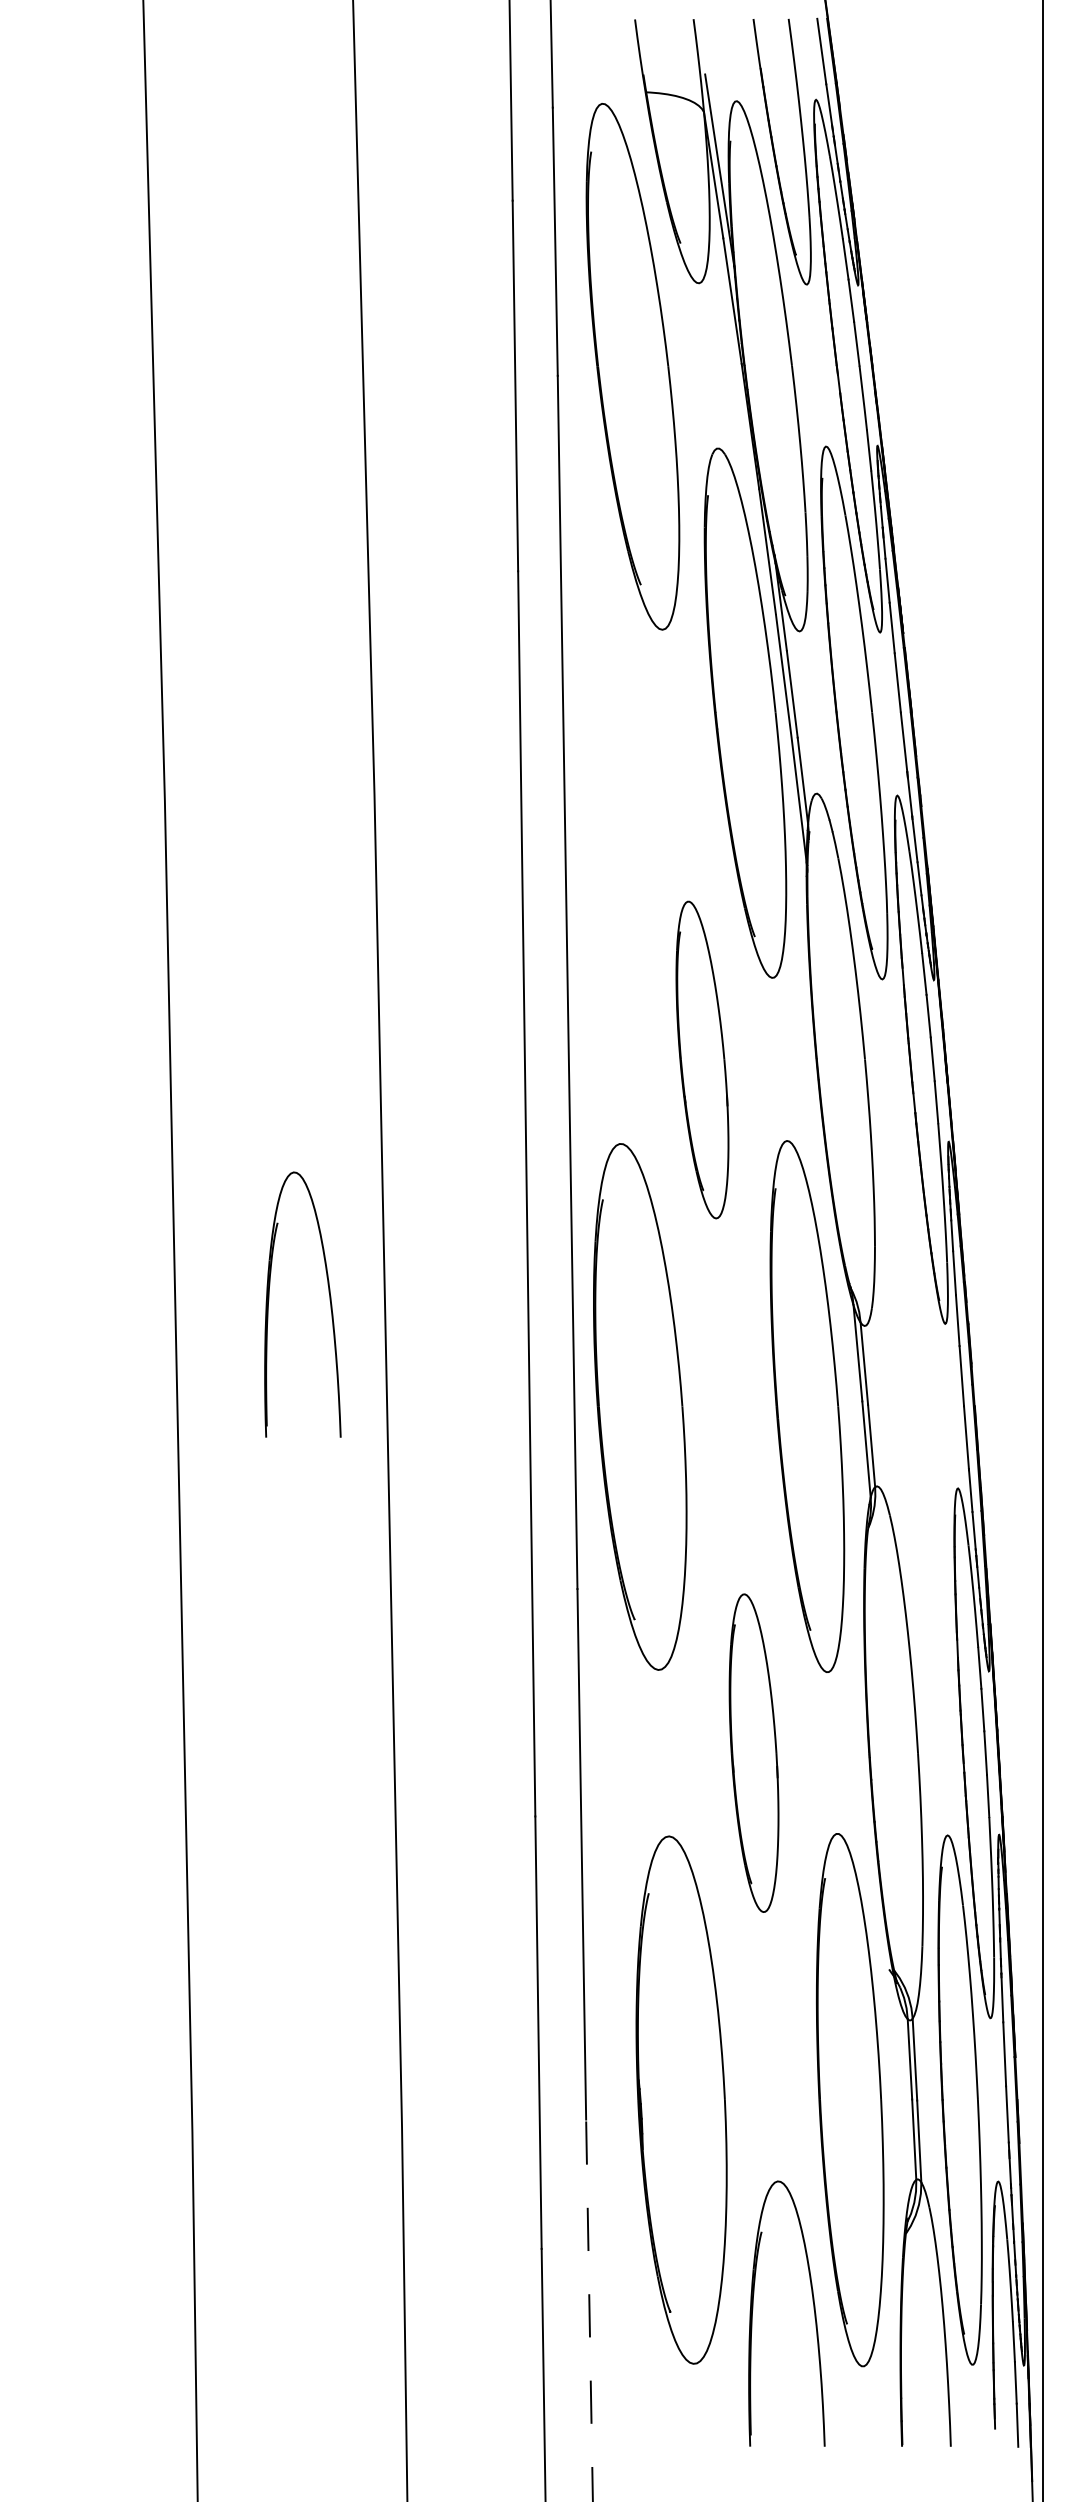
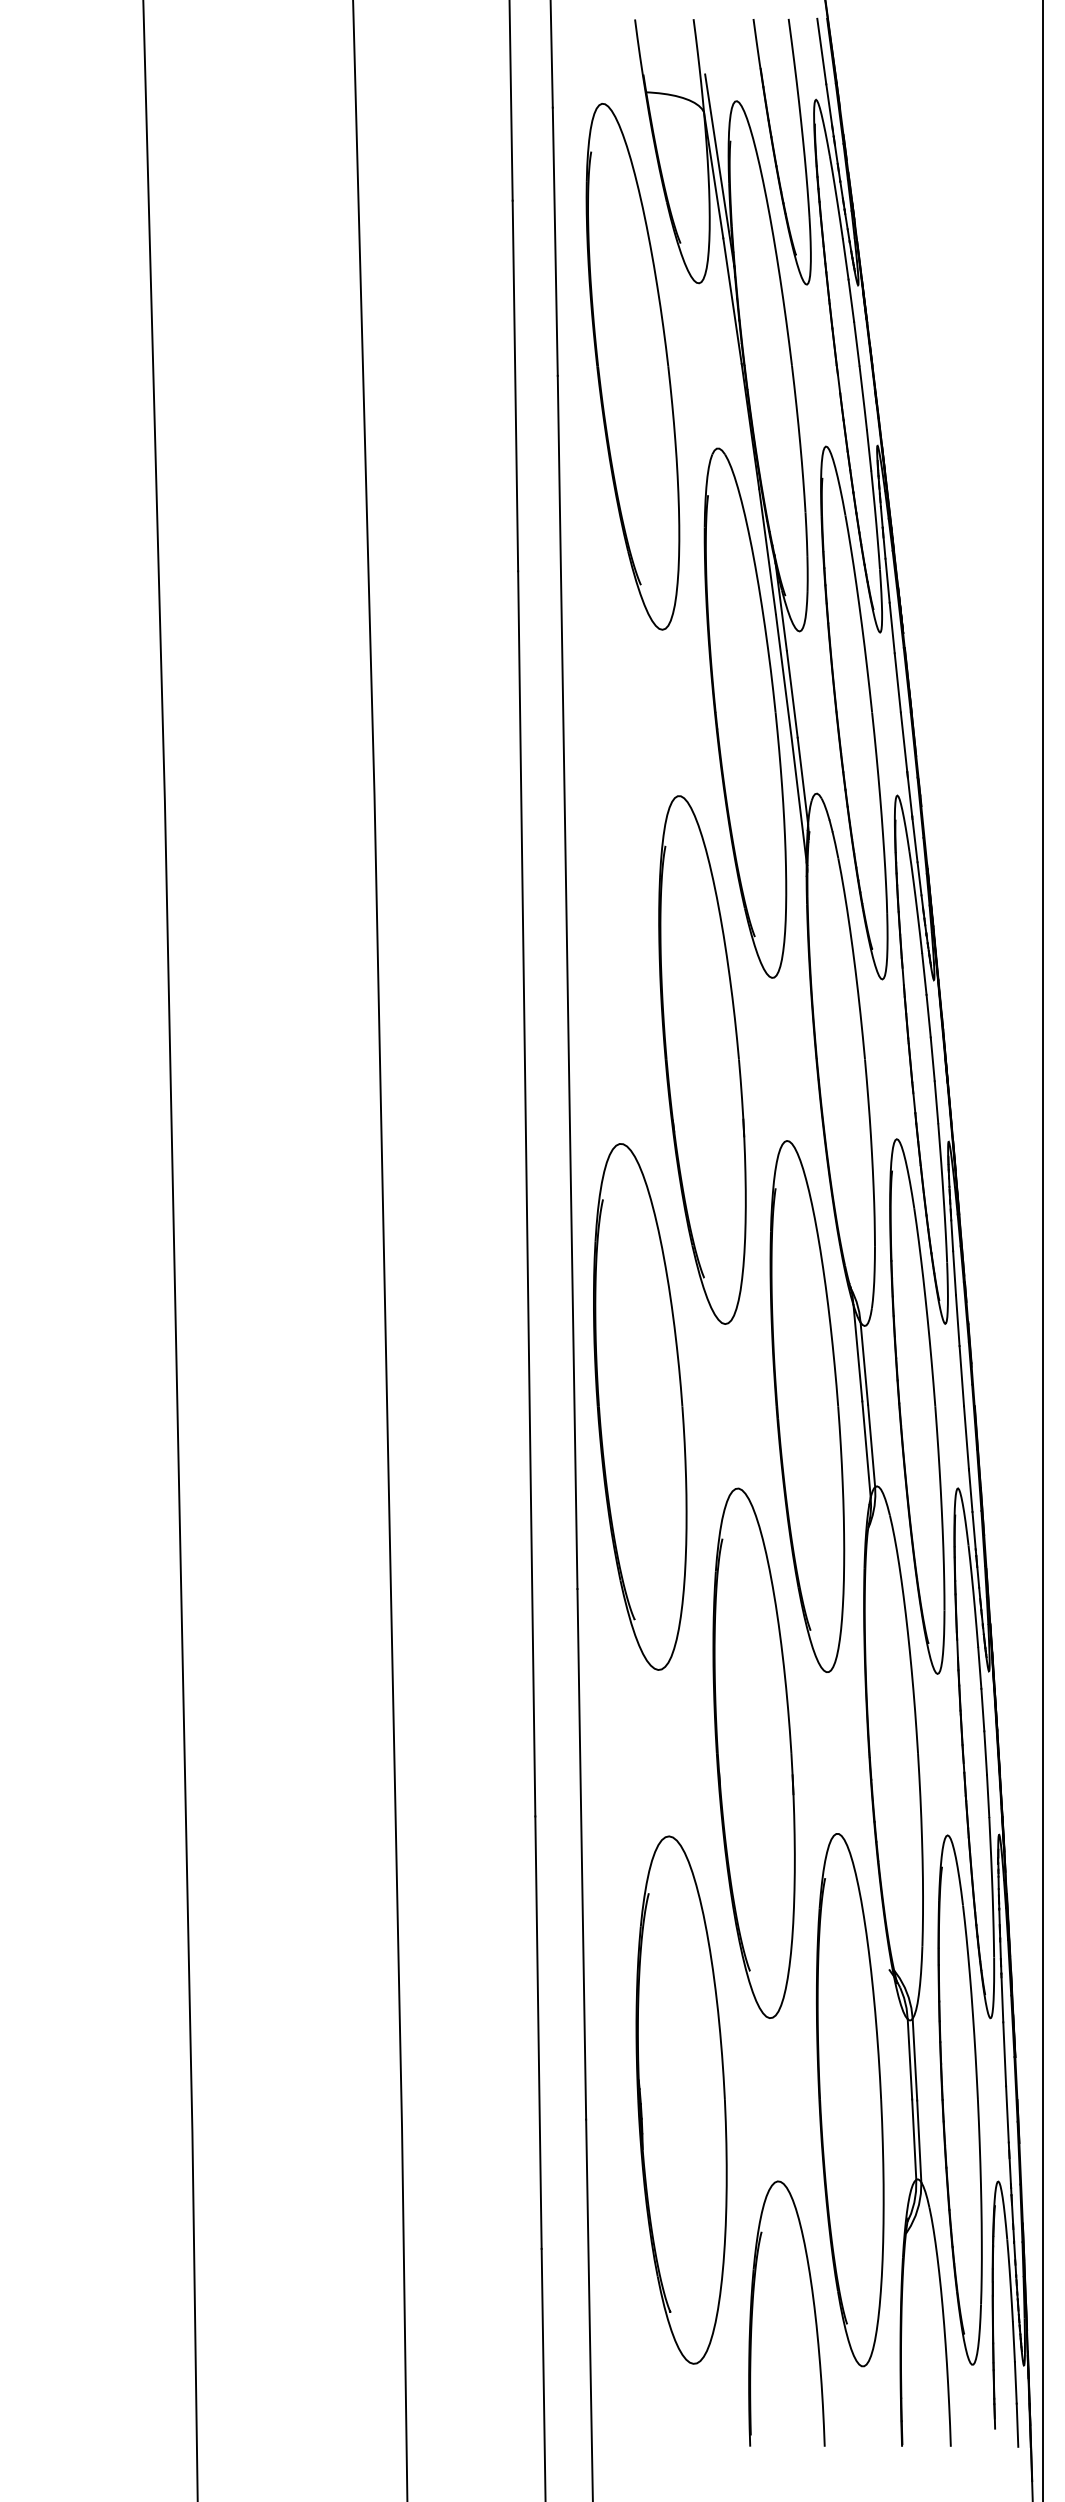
part at (702, 1059) size: 55x320 px -> 89x530 px
part at (329, 1300): present -> none
part at (917, 1406): none -> present
part at (753, 1752) size: 52x320 px -> 84x532 px
line at (589, 2310): dashed -> solid
